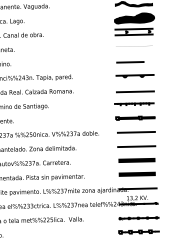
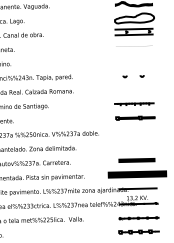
fill at (134, 18): present -> none
line at (130, 62): present -> none
line at (134, 74): present -> none
line at (134, 91): present -> none
line at (135, 131): present -> none
line at (136, 146): present -> none
part at (136, 173) size: 38x6 px -> 61x9 px
